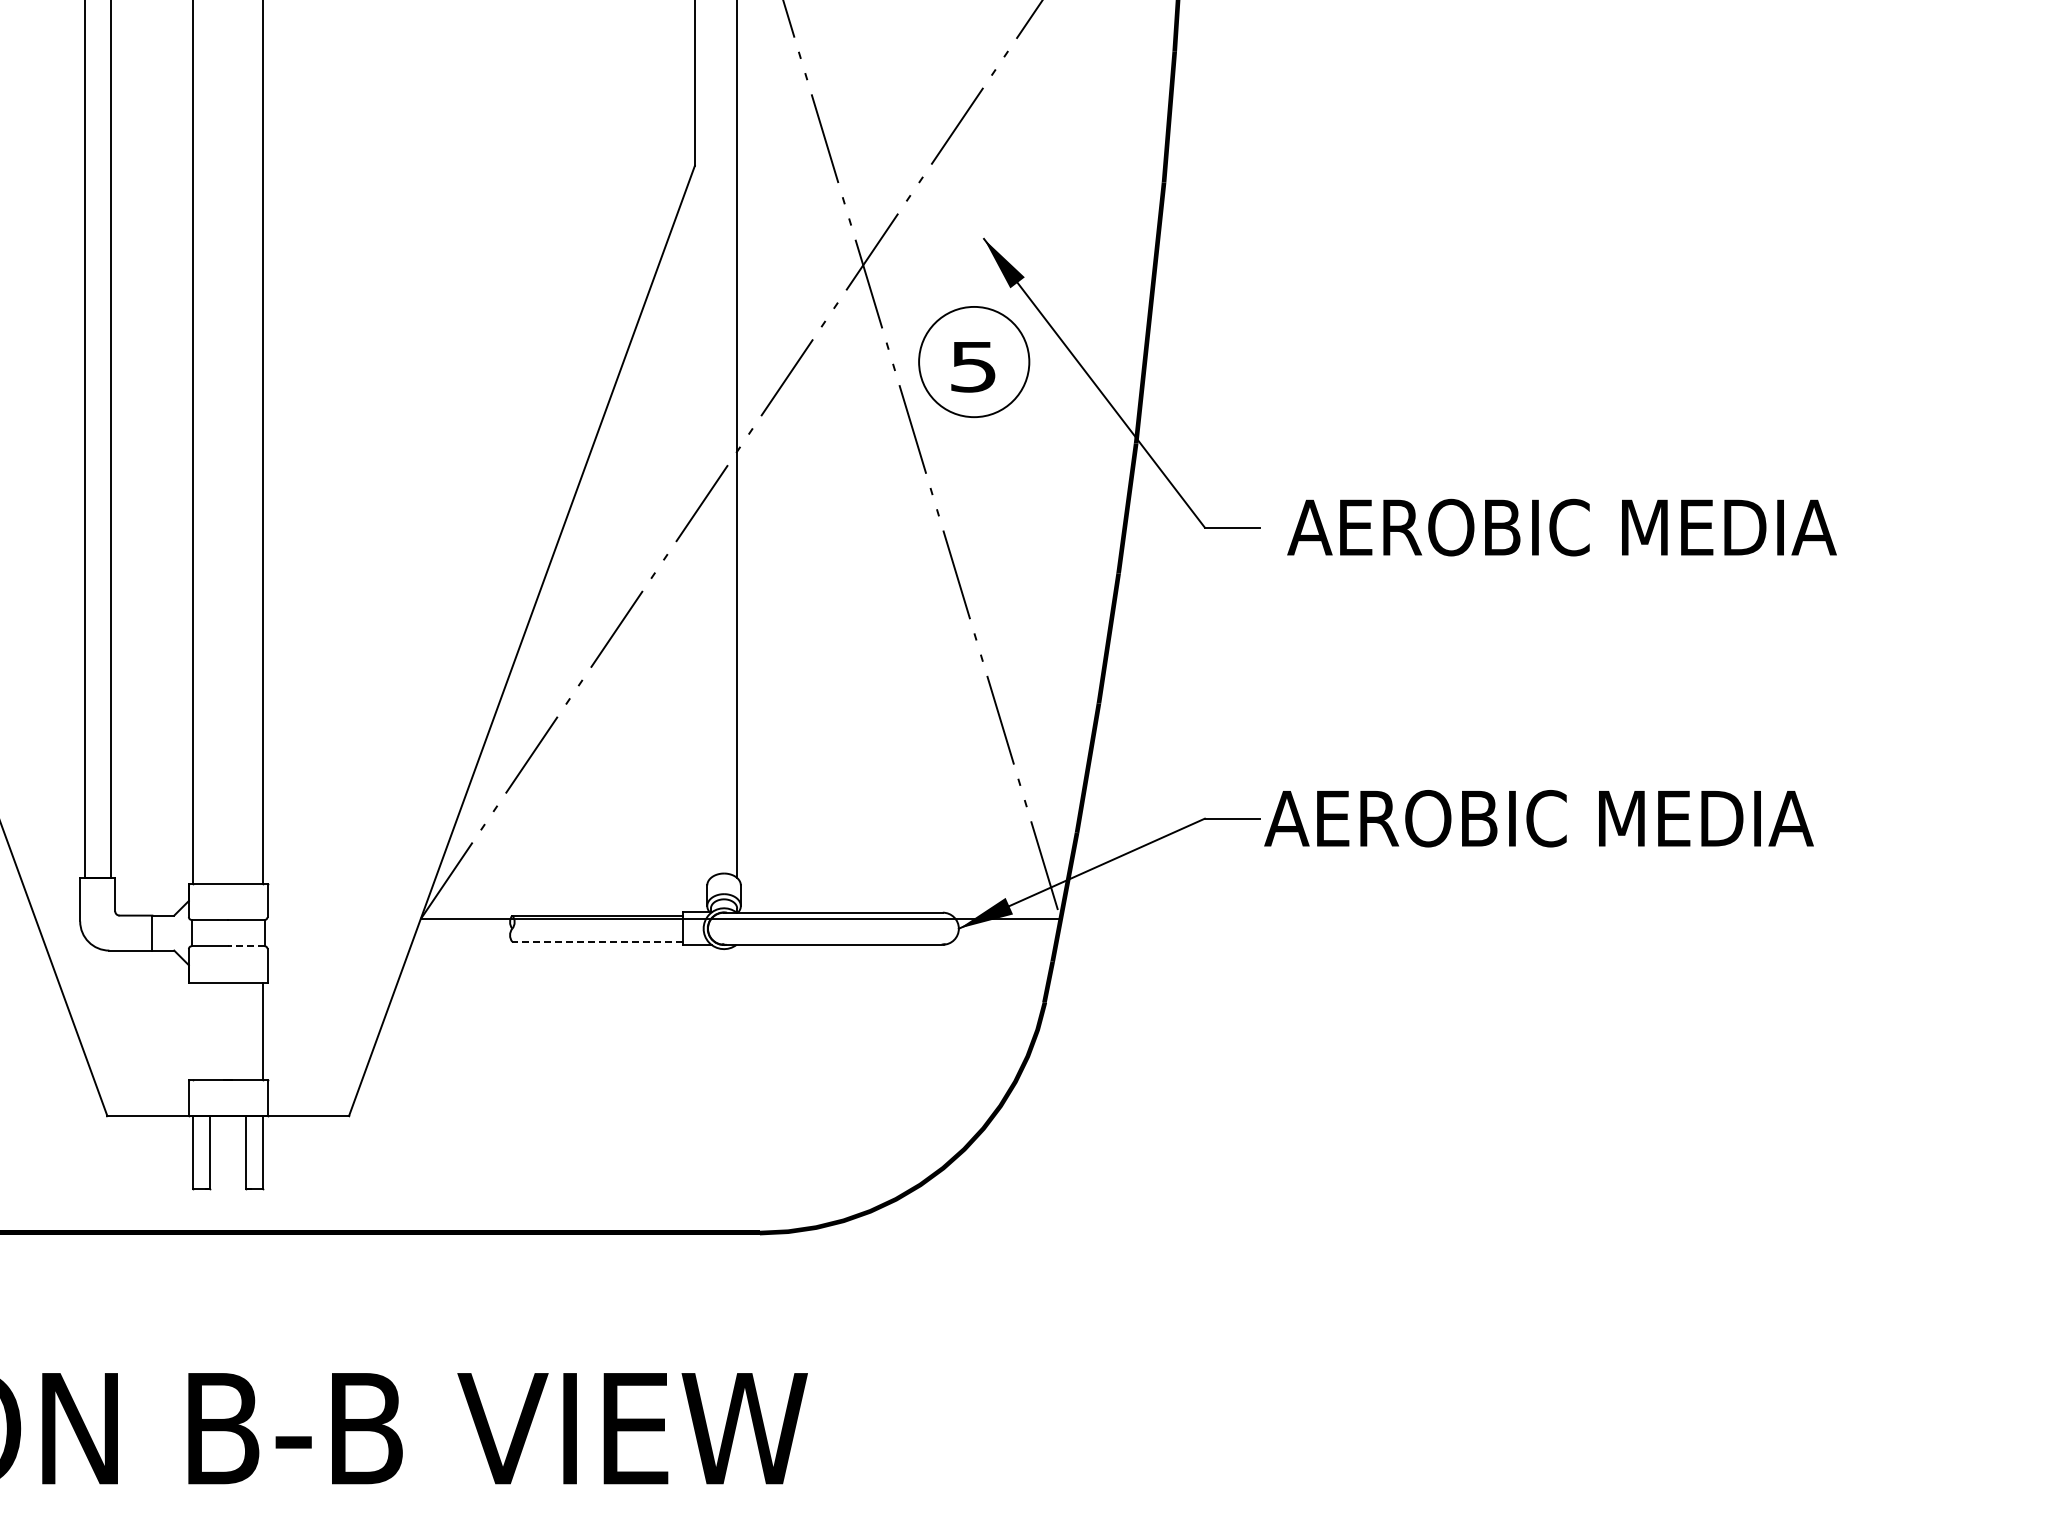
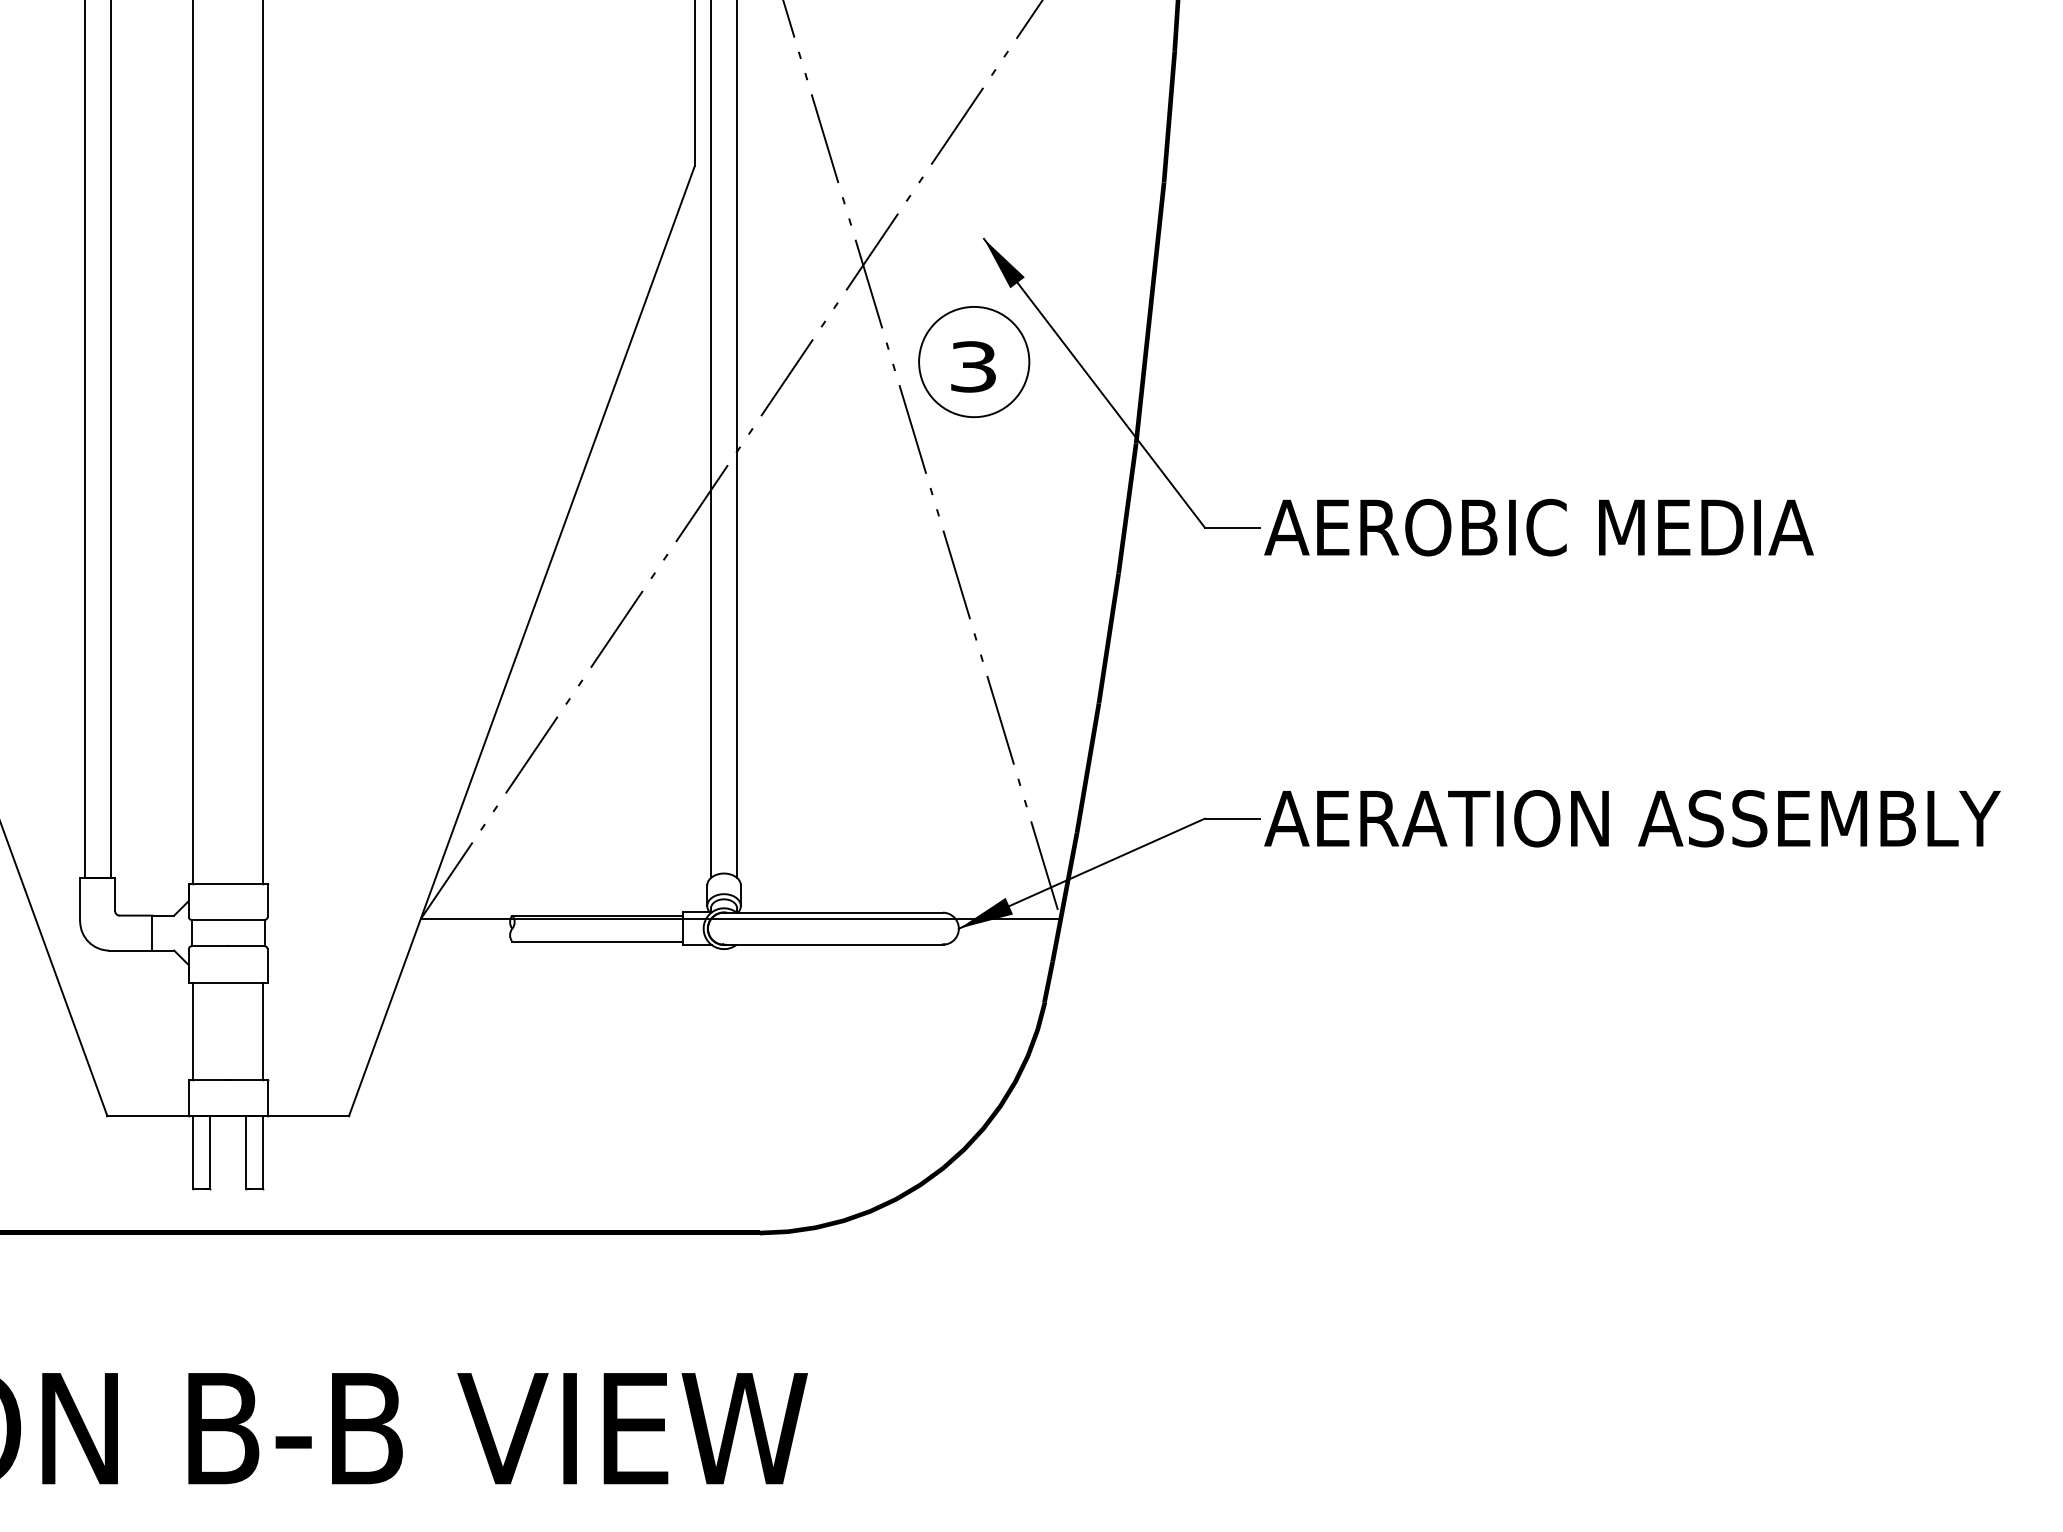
text at (973, 366): 5 -> 3
line at (710, 439): none -> present
text at (1561, 527) position: (1561, 527) -> (1538, 527)
text at (1701, 818): AEROBIC MEDIA -> AERATION ASSEMBLY
line at (597, 941): dashed -> solid
line at (245, 946): dashed -> solid
line at (193, 1030): none -> present
